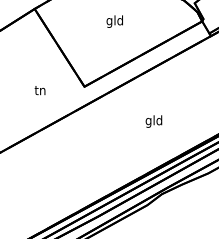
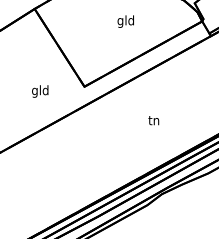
text at (114, 21) position: (114, 21) -> (125, 21)
text at (40, 91): tn -> gld
text at (153, 121): gld -> tn
